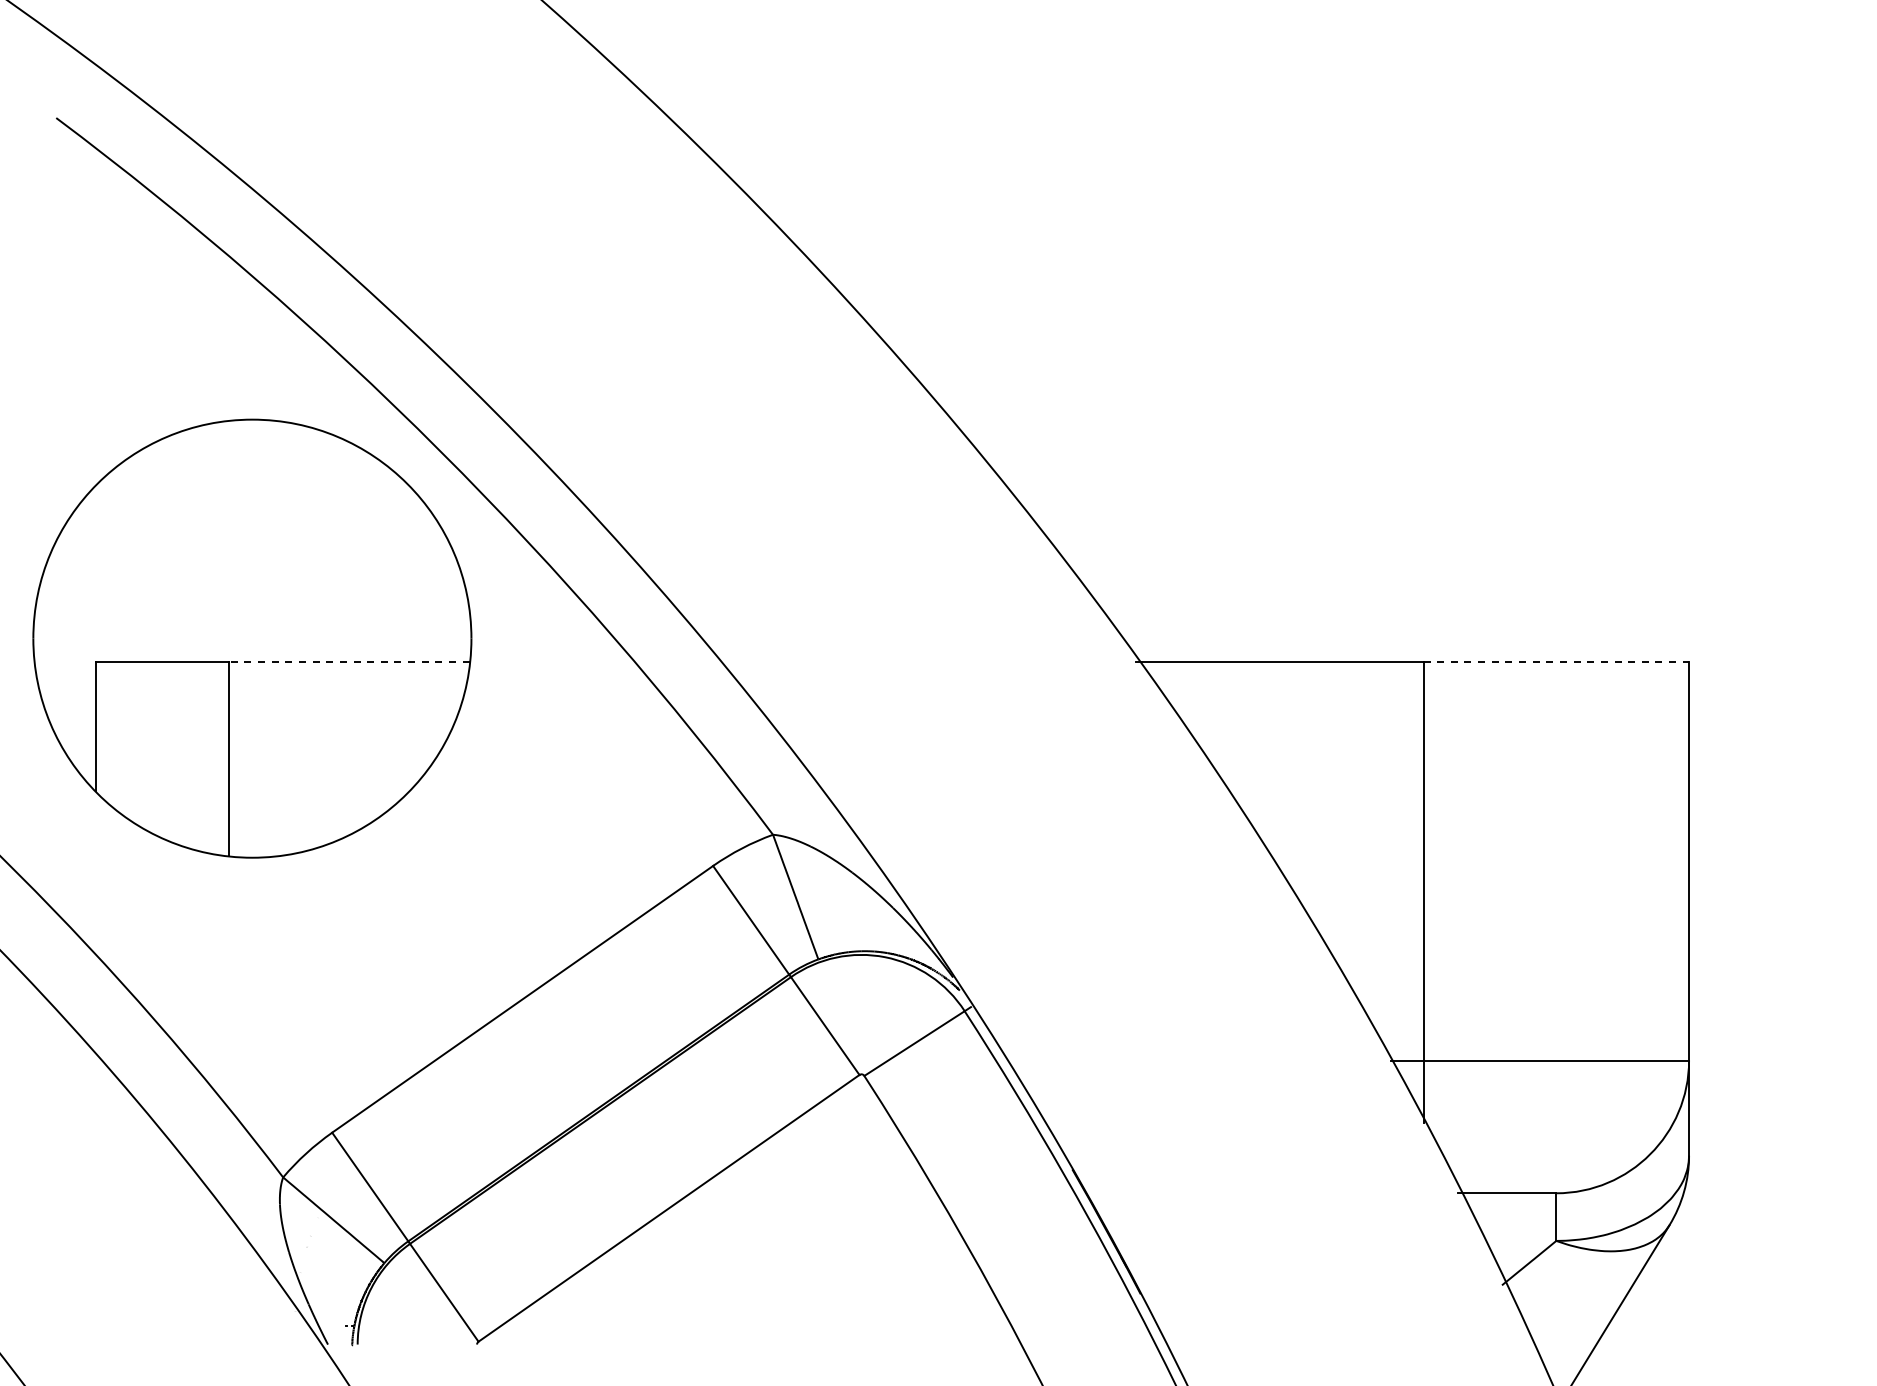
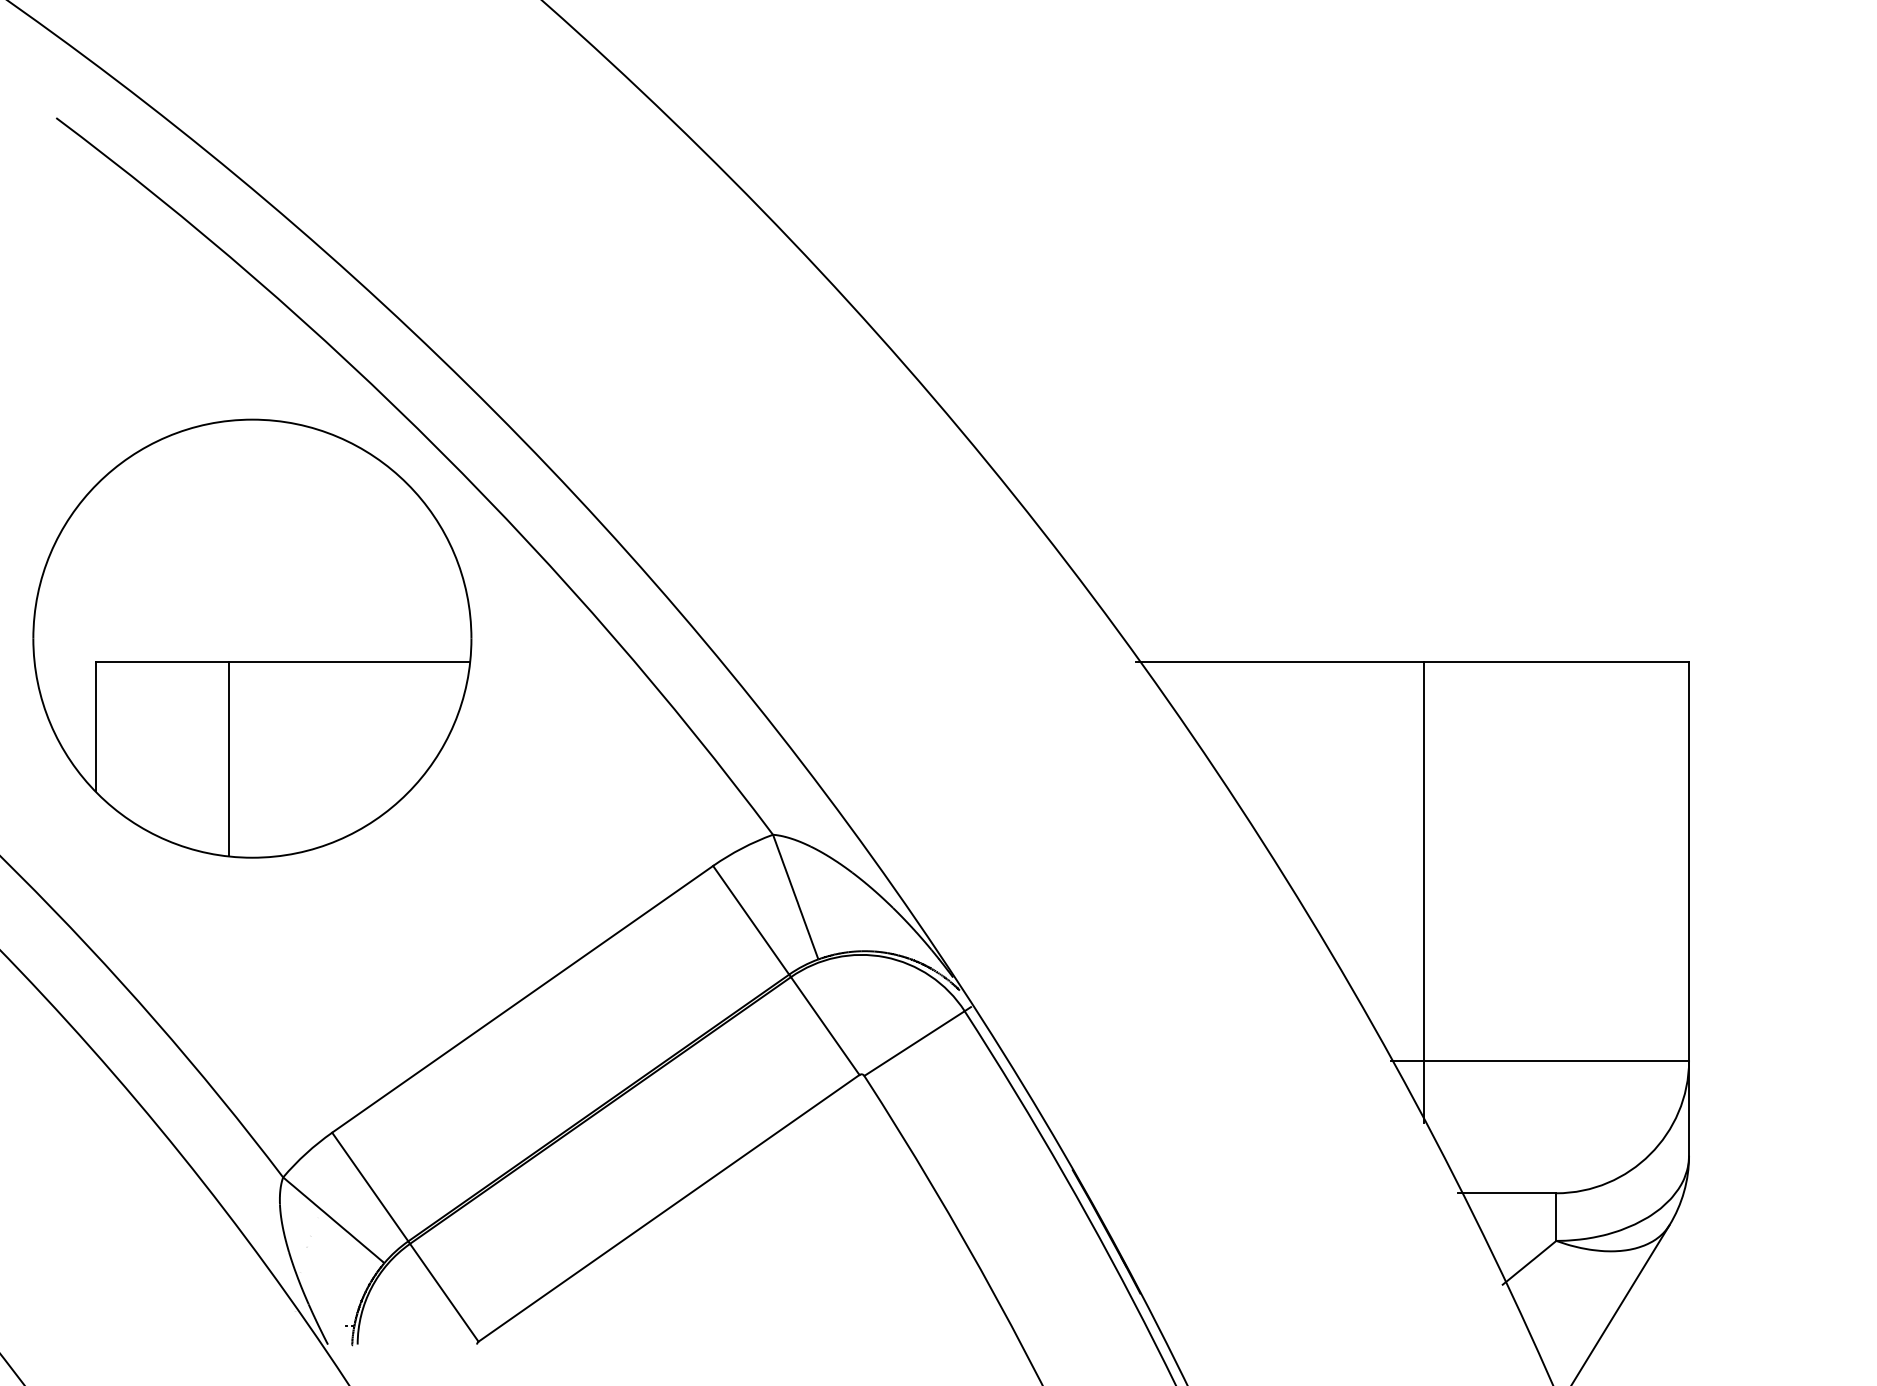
line at (348, 662): dashed -> solid
line at (1556, 662): dashed -> solid
